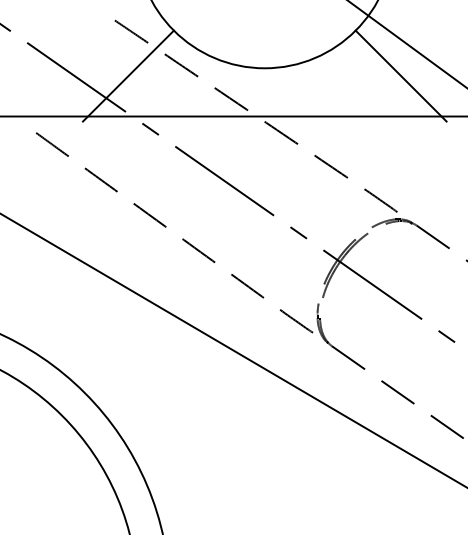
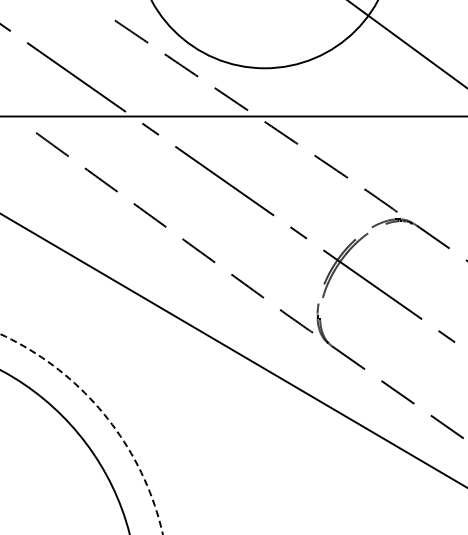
line at (127, 75): present -> none
line at (400, 75): present -> none
circle at (81, 434): solid -> dashed
